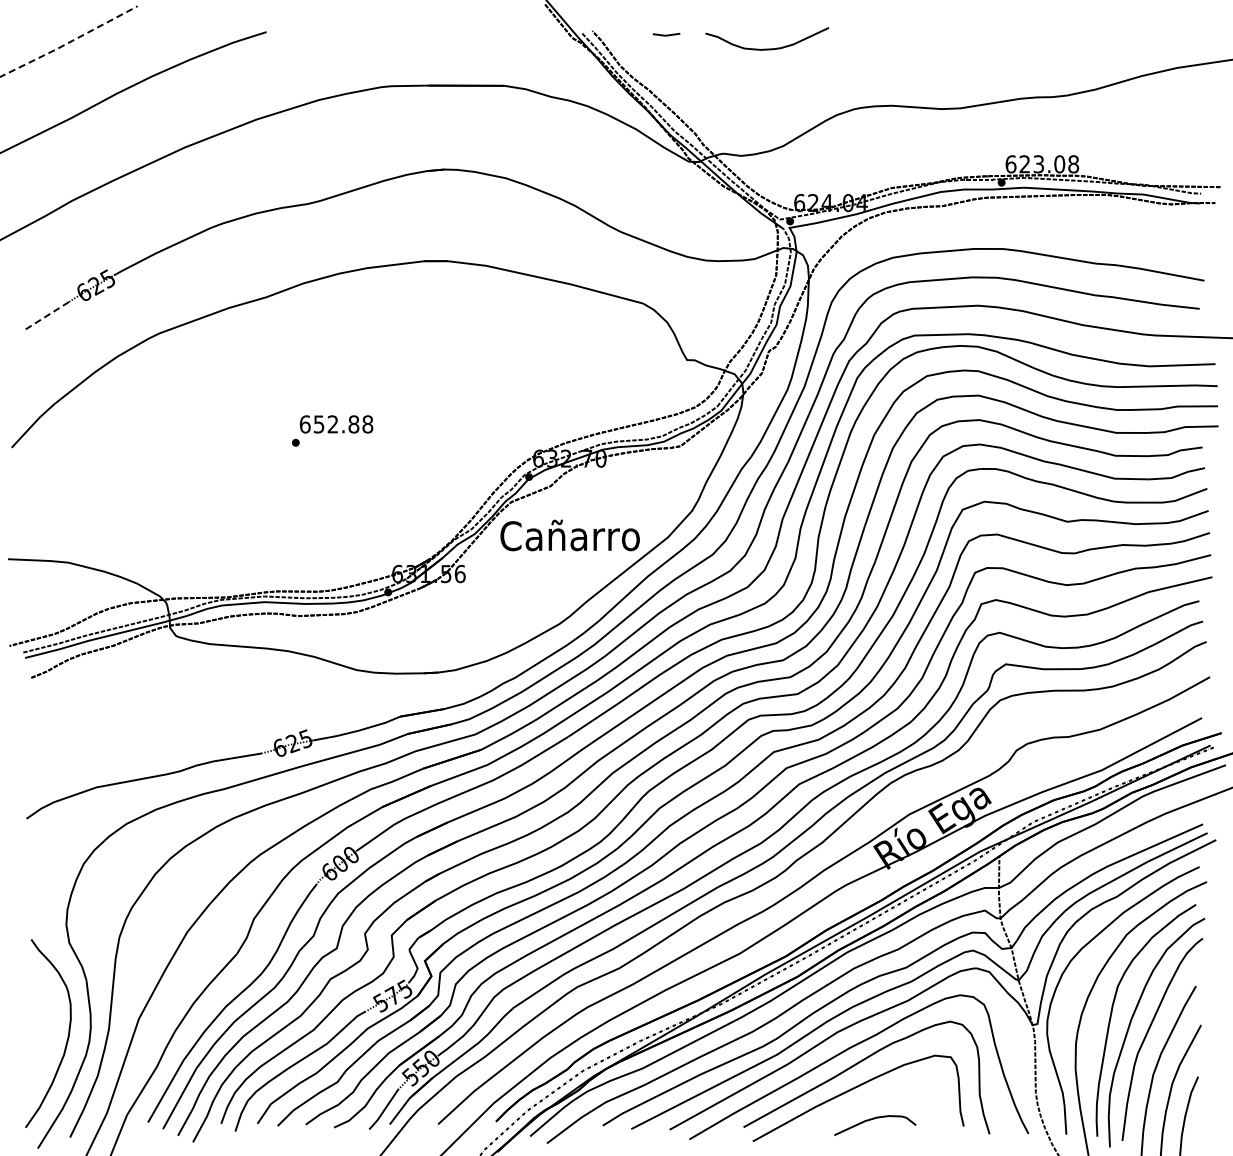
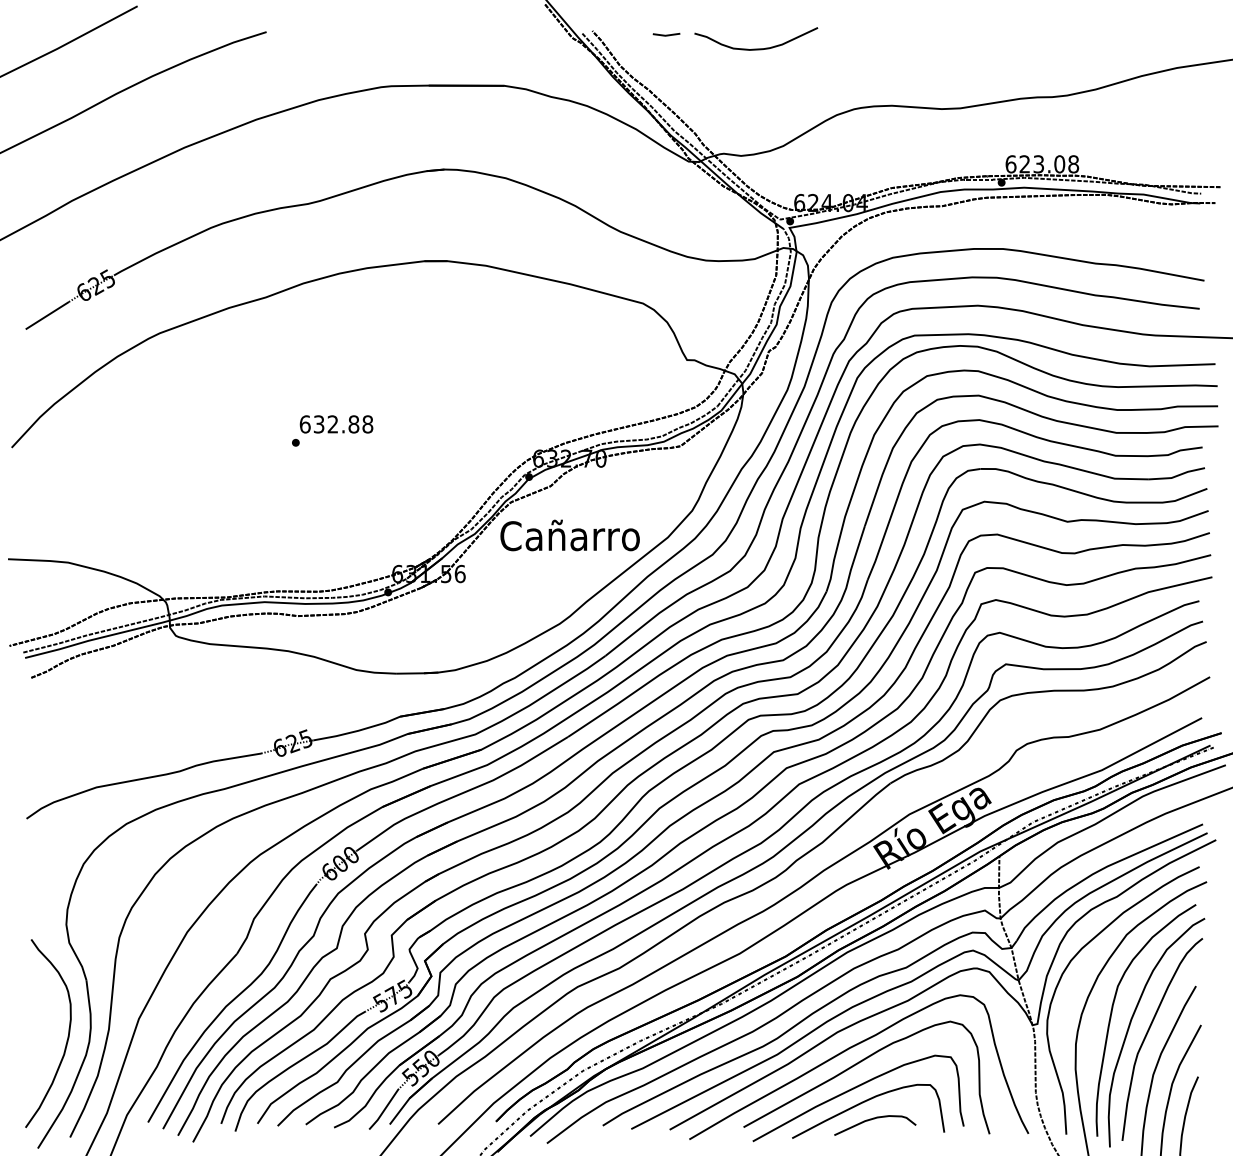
line at (68, 42): dashed -> solid
curve at (767, 48) position: (767, 48) -> (756, 48)
line at (47, 315): dashed -> solid
text at (319, 423): 652.88 -> 632.88
curve at (865, 1102): none -> present
